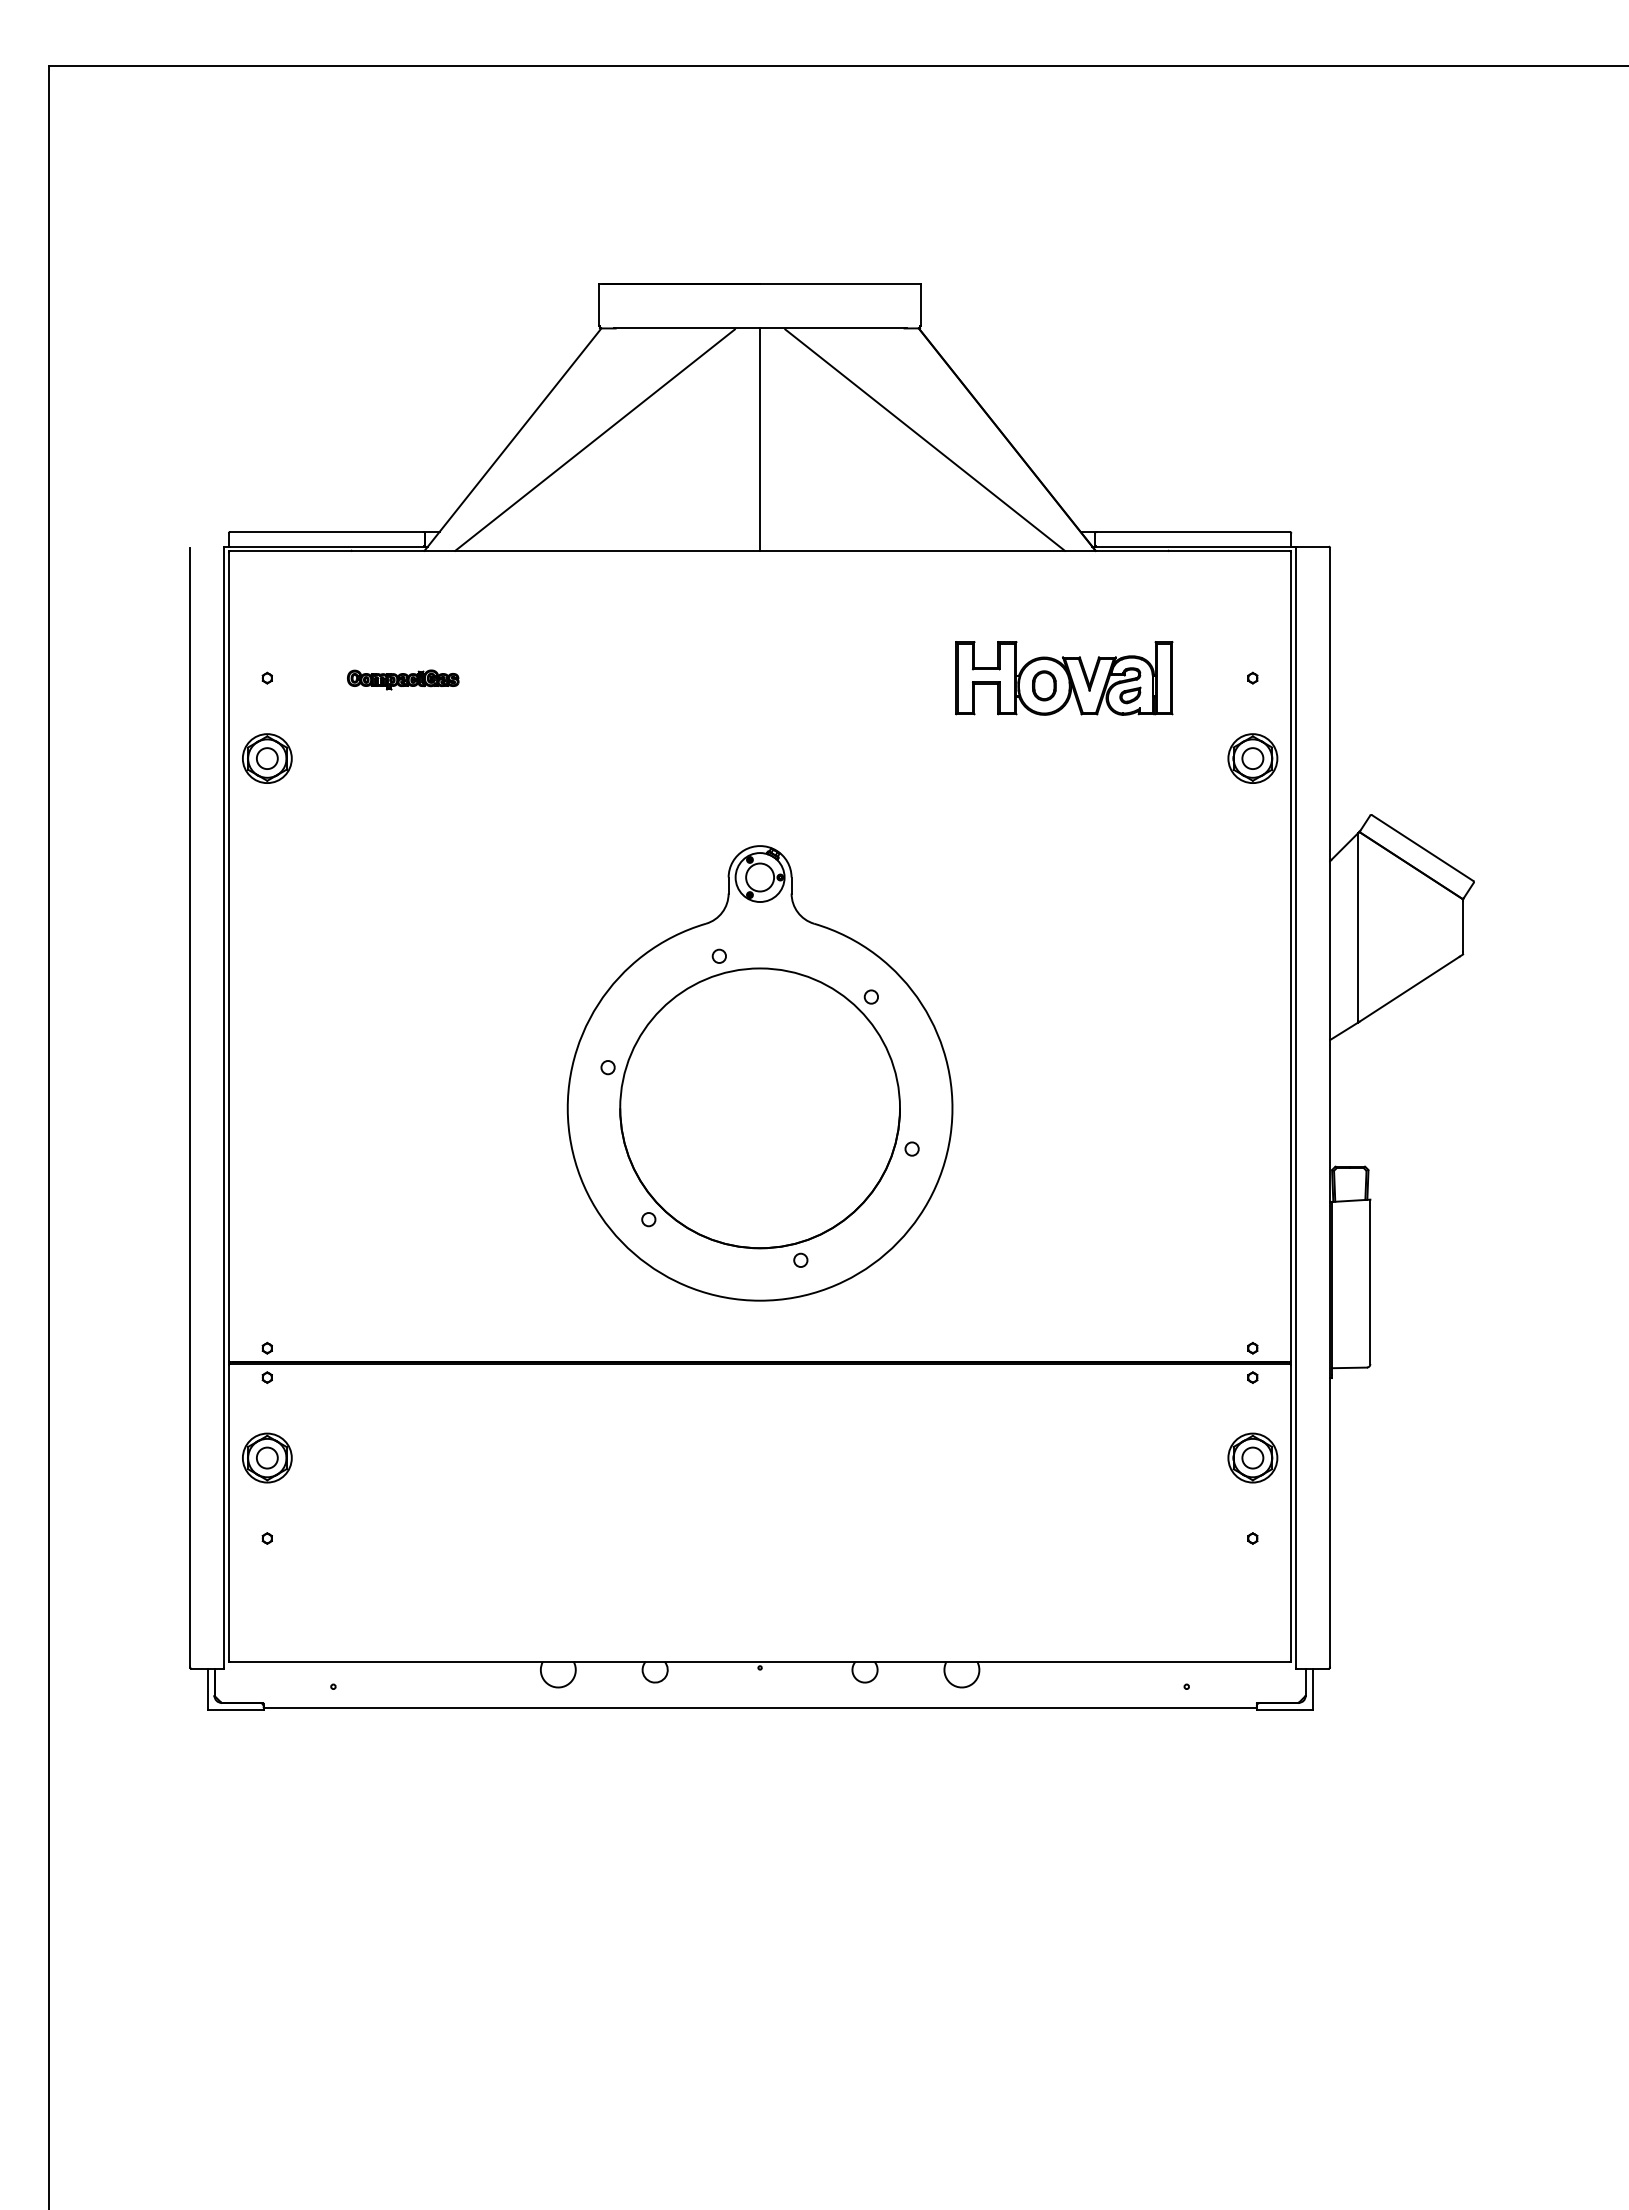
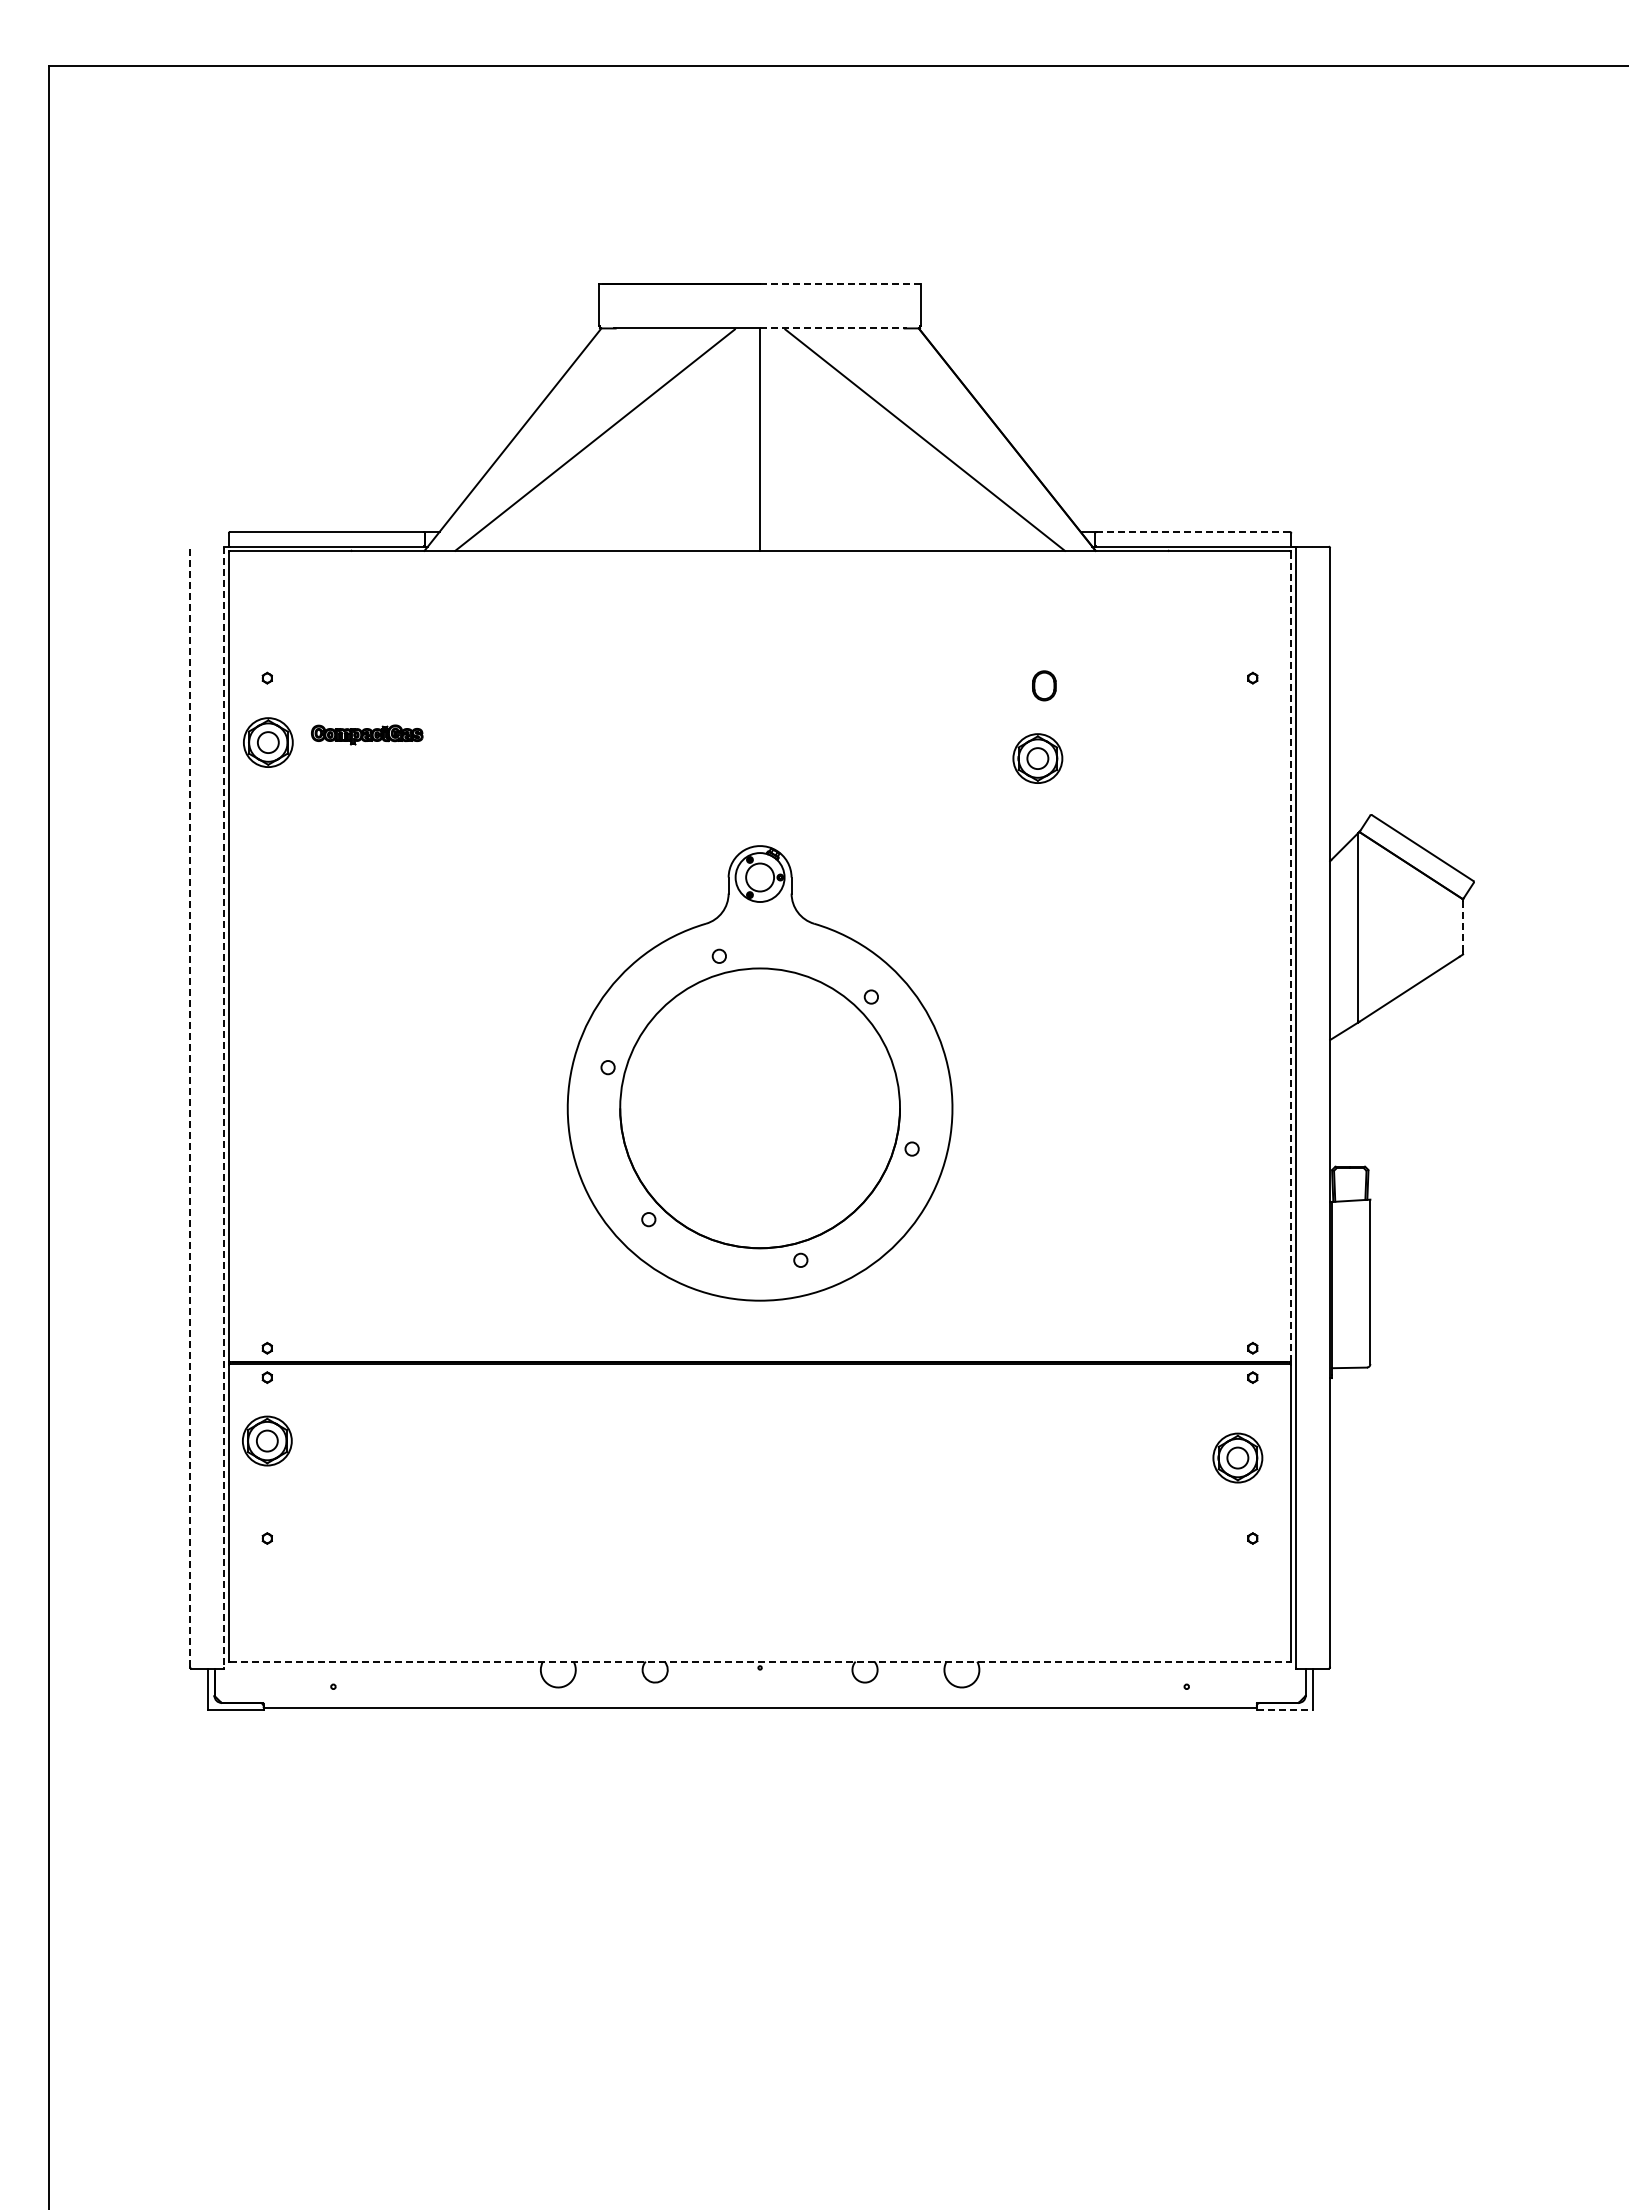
line at (840, 284): solid -> dashed
line at (833, 328): solid -> dashed
line at (1193, 532): solid -> dashed
part at (1064, 678): present -> none
part at (403, 679) position: (403, 679) -> (367, 734)
part at (267, 758) position: (267, 758) -> (268, 742)
part at (1252, 758) position: (1252, 758) -> (1037, 758)
line at (1463, 926): solid -> dashed
line at (1291, 956): solid -> dashed
line at (190, 1107): solid -> dashed
line at (223, 1108): solid -> dashed
part at (267, 1457) position: (267, 1457) -> (267, 1440)
part at (1252, 1457) position: (1252, 1457) -> (1237, 1457)
line at (760, 1661): solid -> dashed
line at (1284, 1709): solid -> dashed
